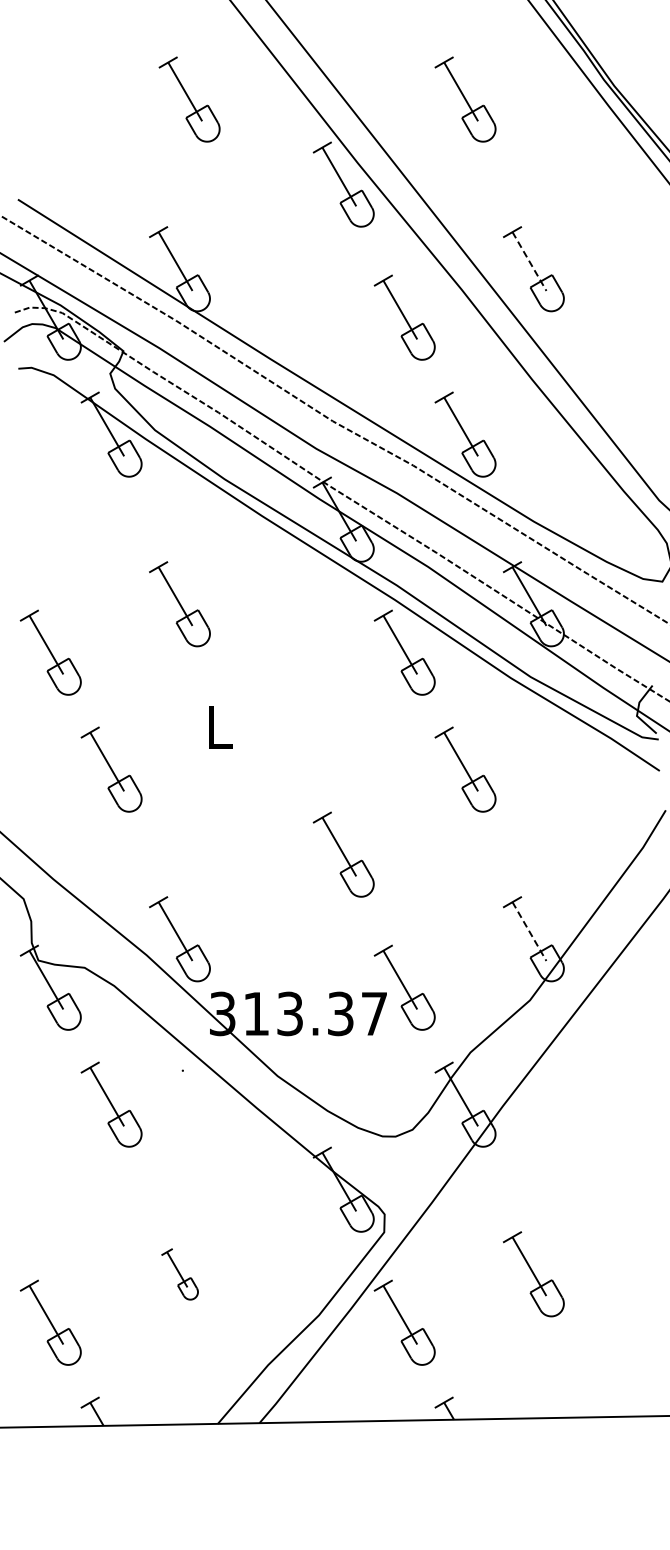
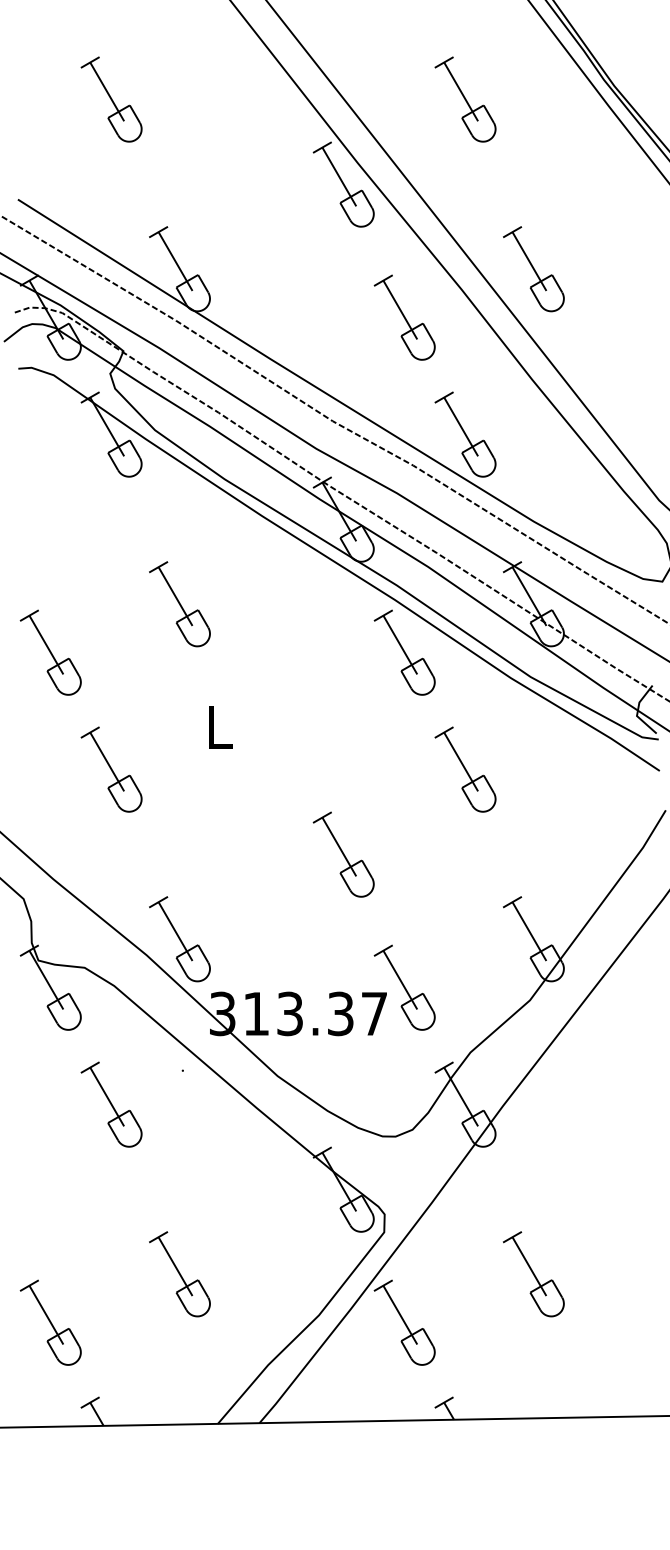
part at (189, 99) position: (189, 99) -> (111, 99)
line at (529, 261): dashed -> solid
line at (529, 931): dashed -> solid
part at (179, 1274) size: 38x53 px -> 62x87 px
